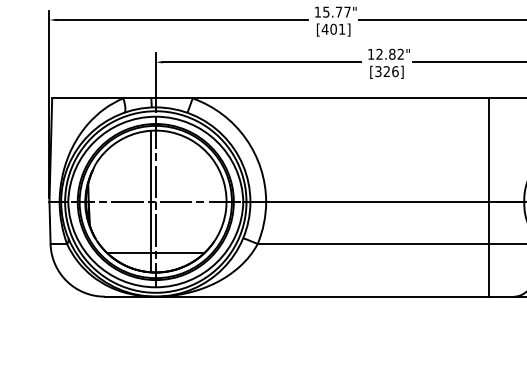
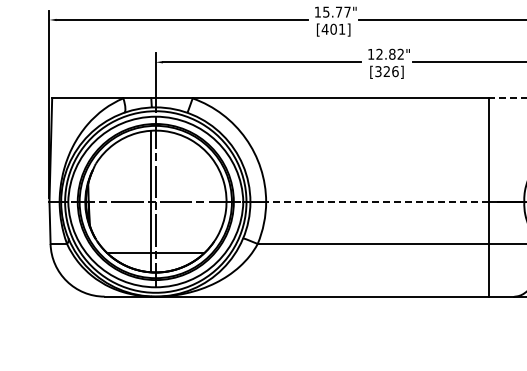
line at (507, 98): solid -> dashed
line at (377, 202): solid -> dashed
